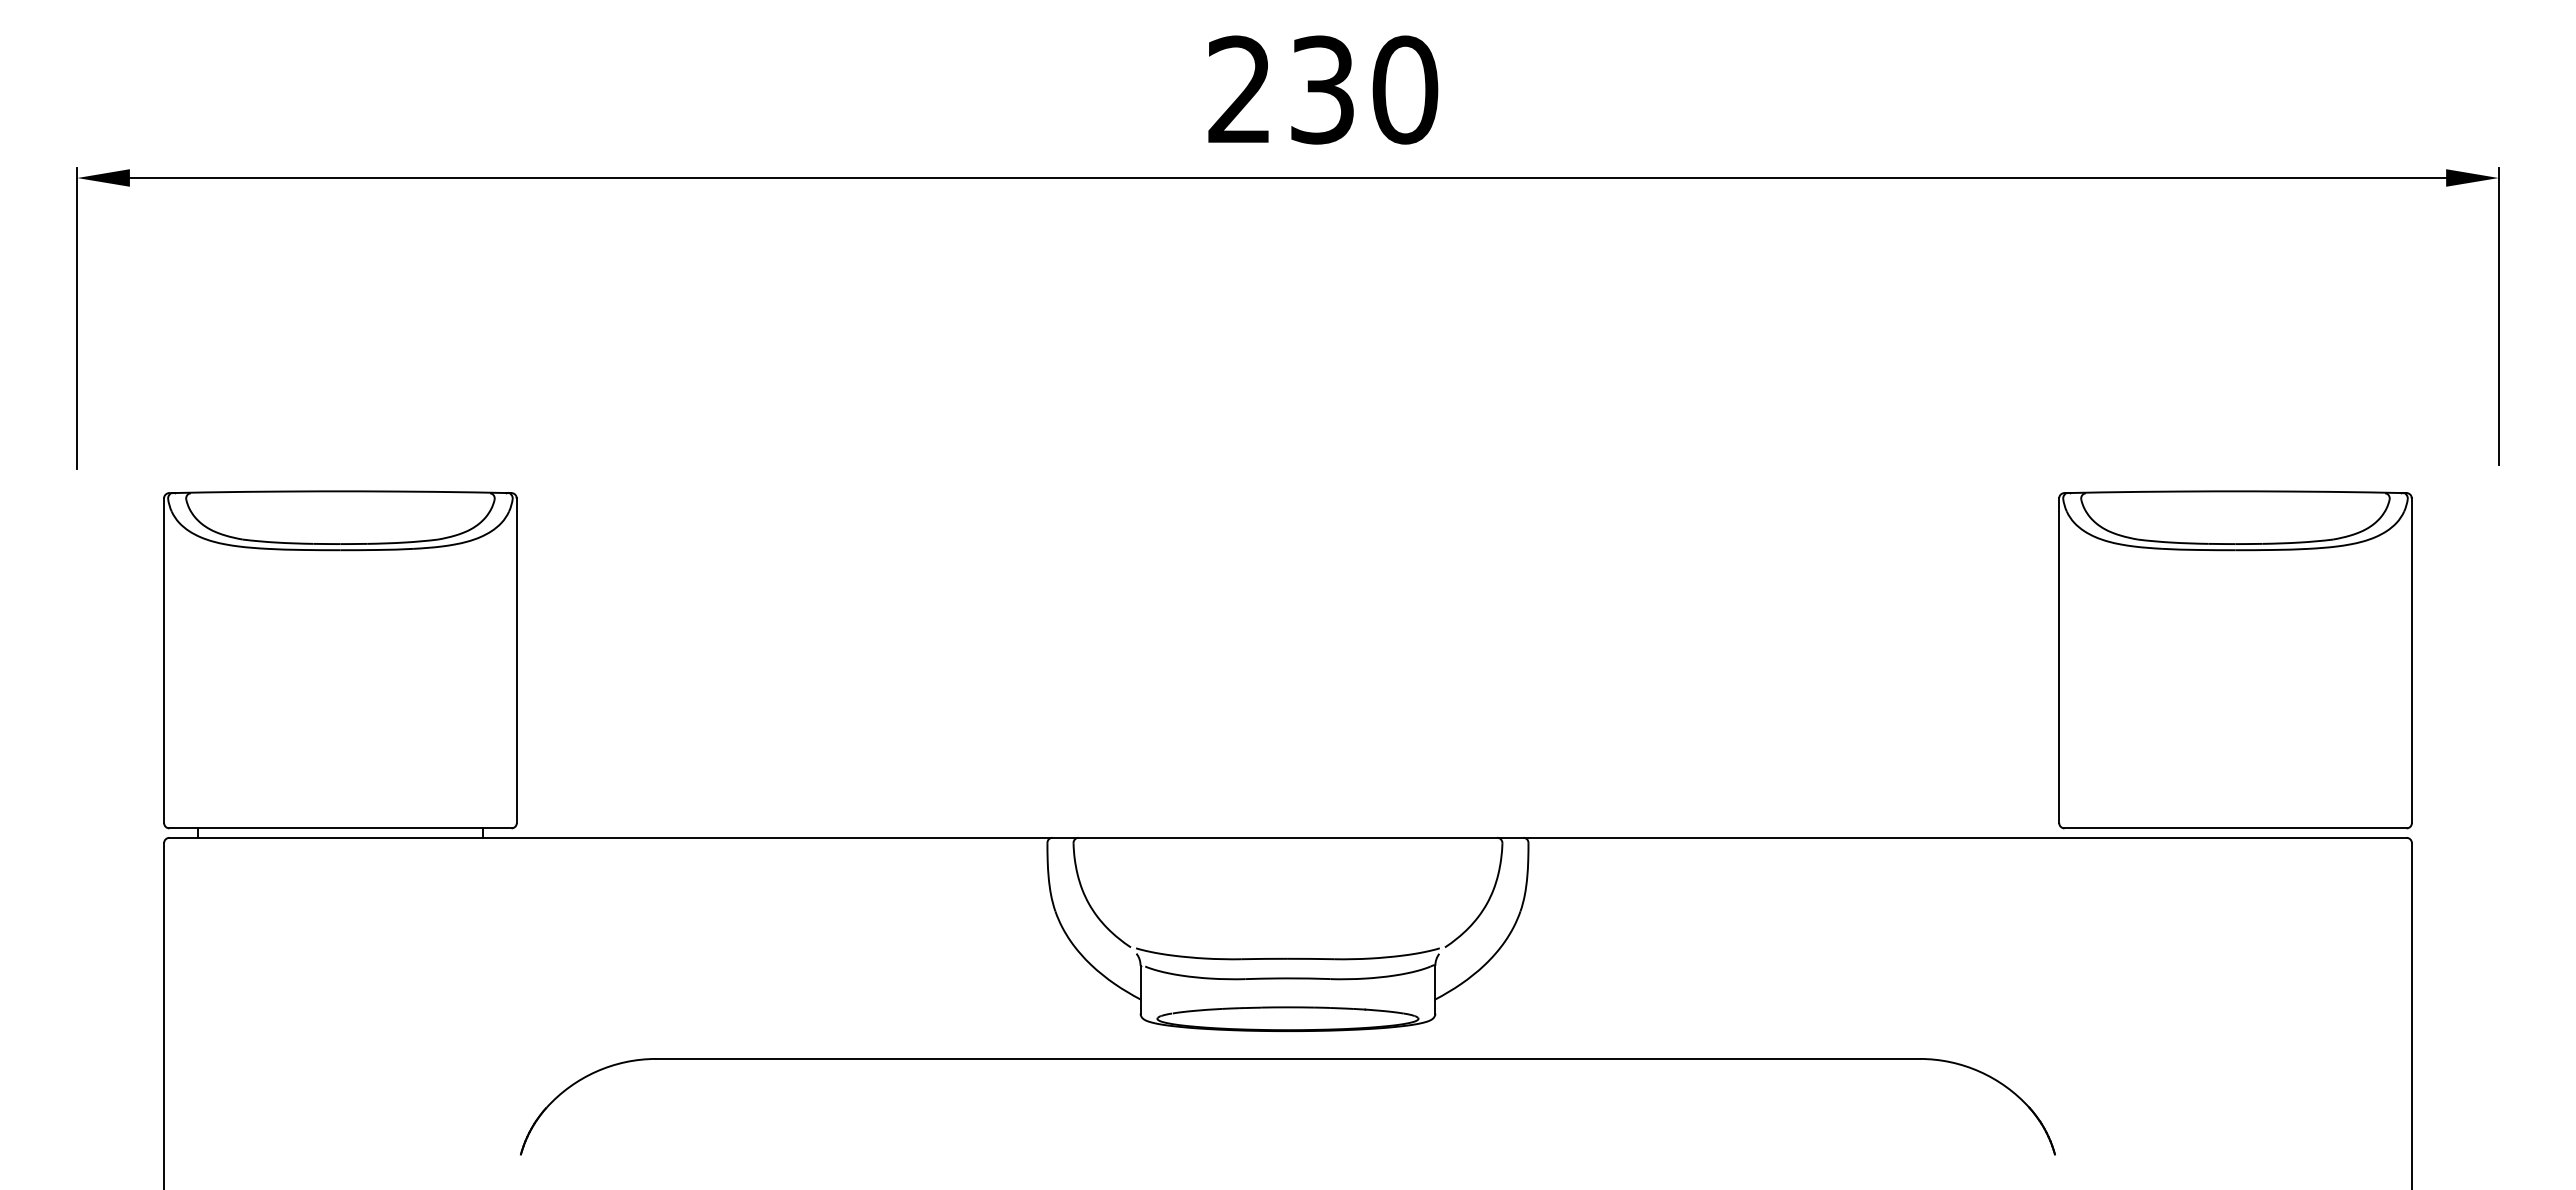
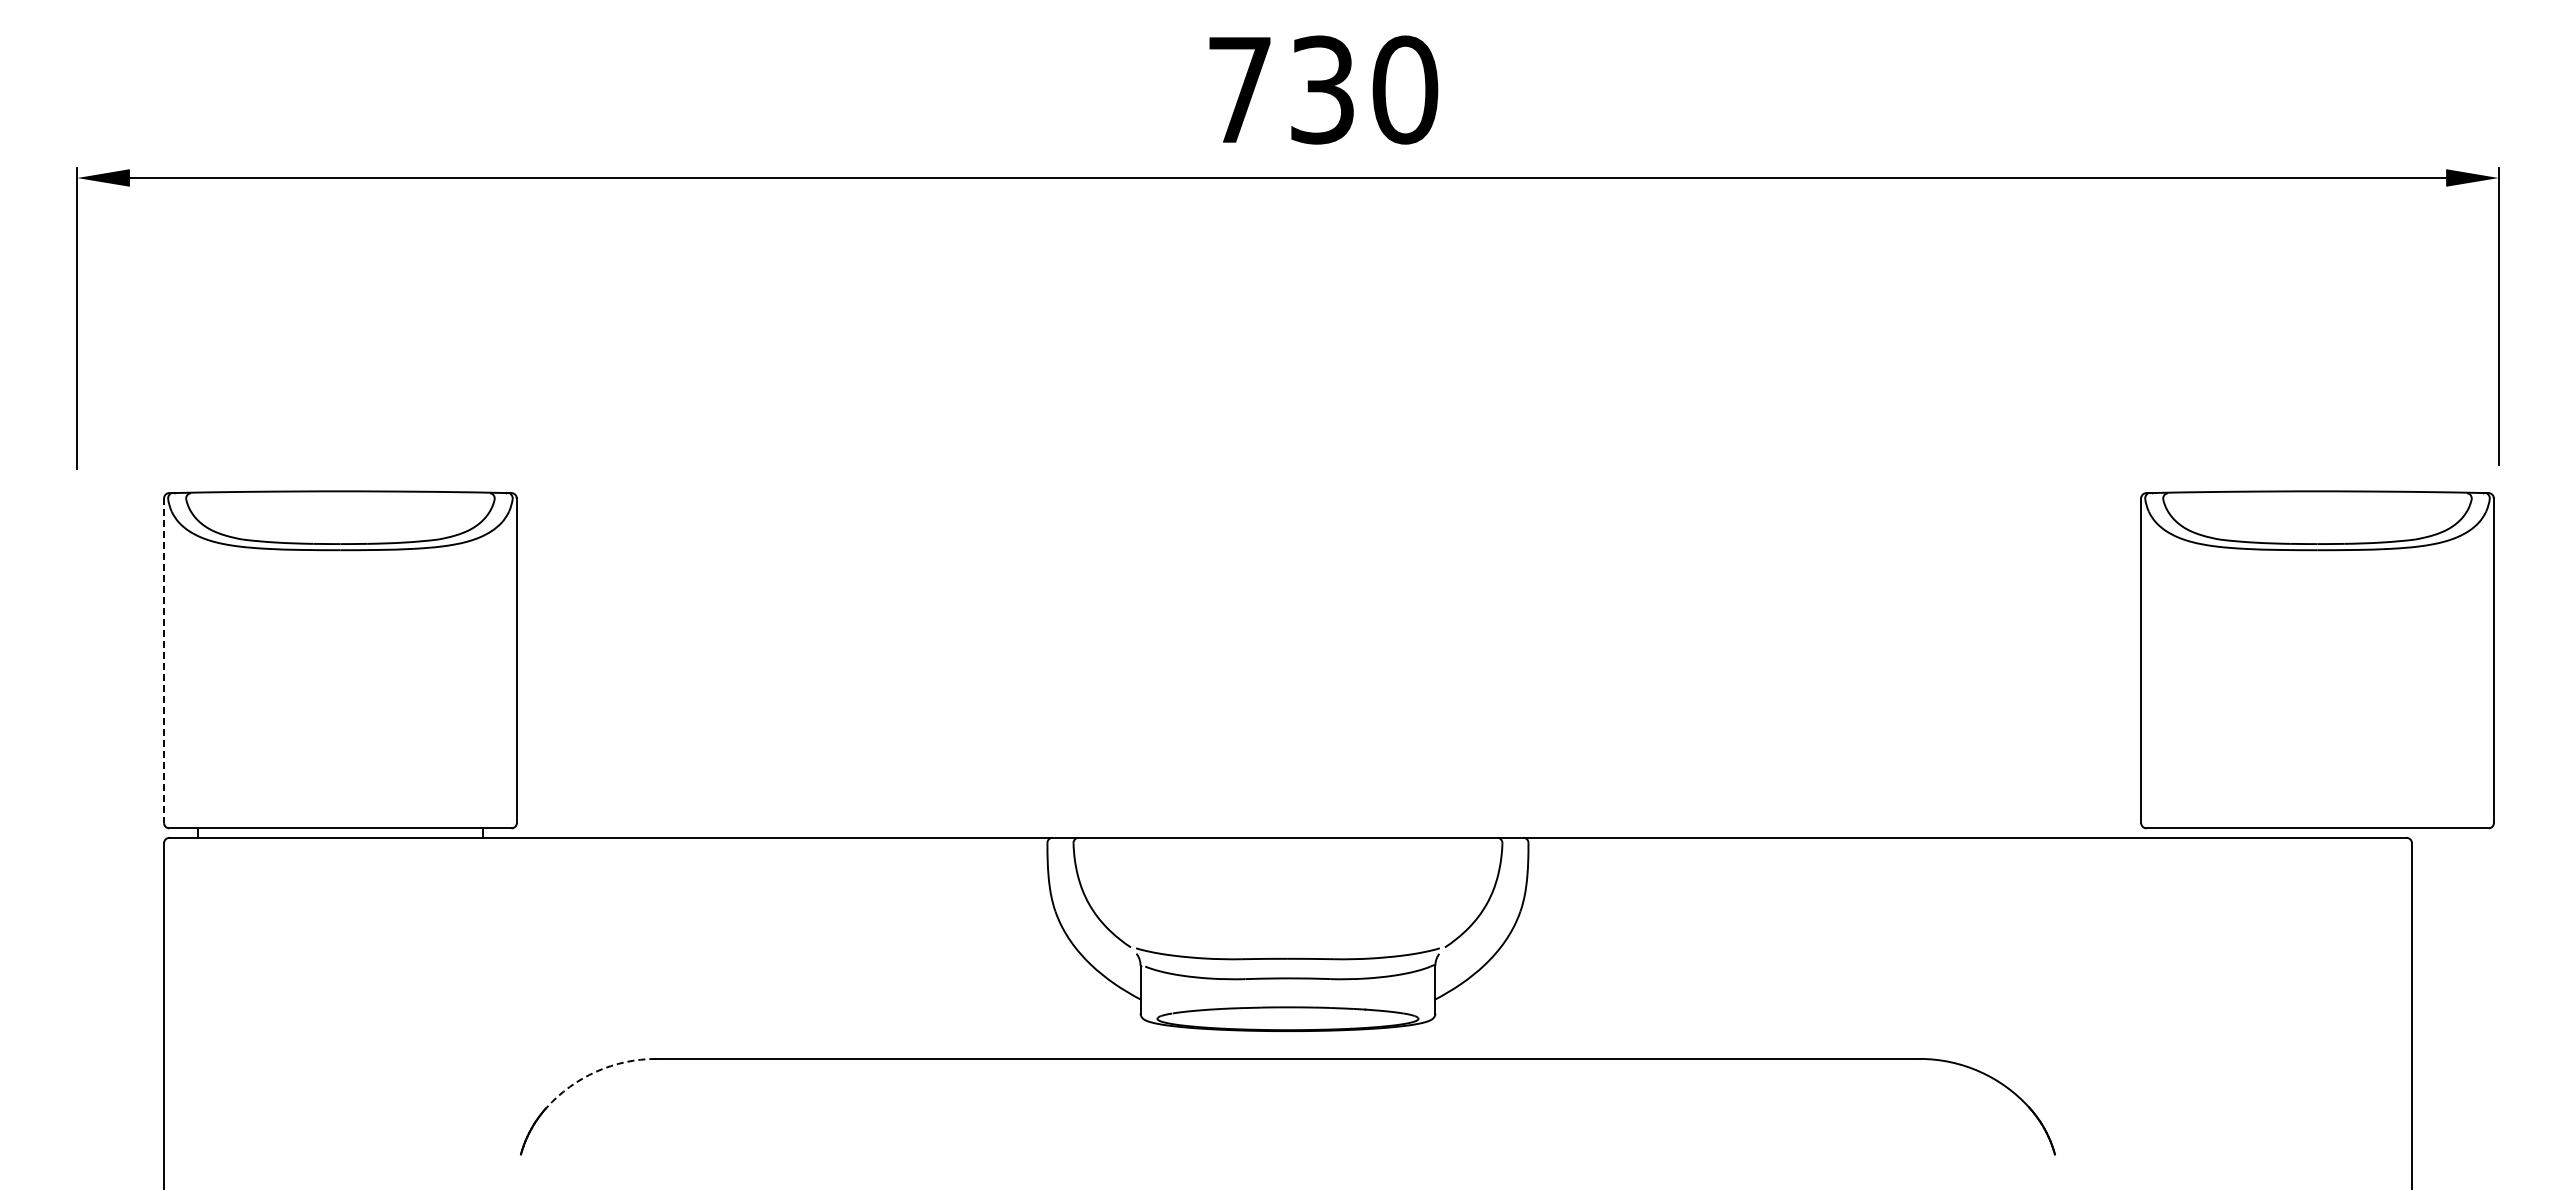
text at (1239, 88): 230 -> 730
part at (2235, 659) position: (2235, 659) -> (2317, 659)
line at (164, 661): solid -> dashed
arc at (596, 1071): solid -> dashed
